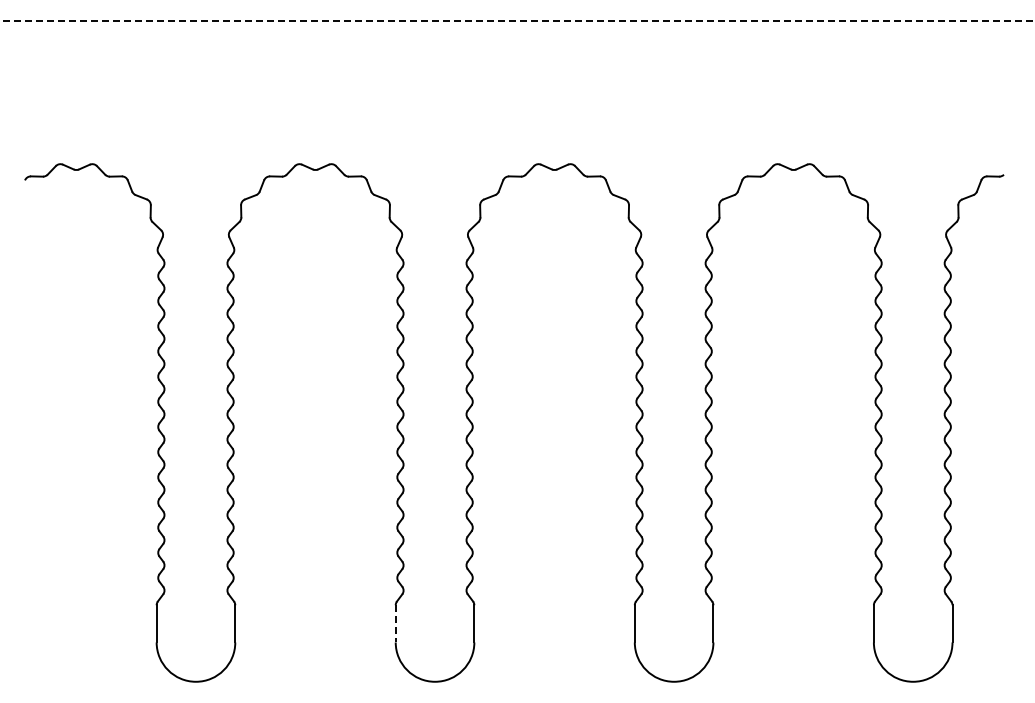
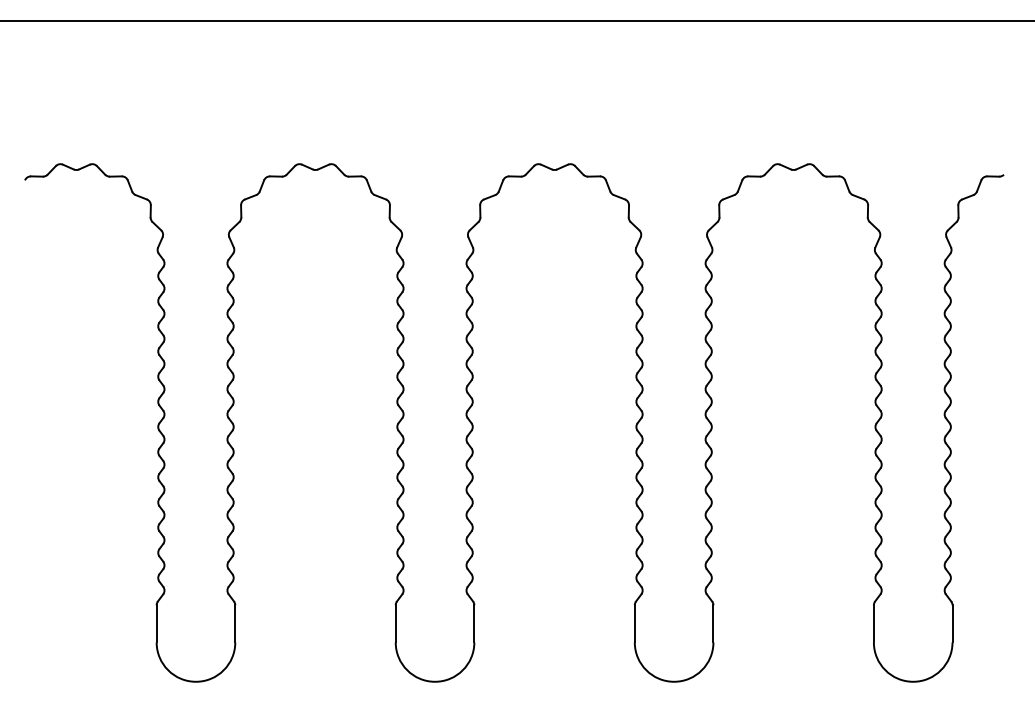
line at (517, 21): dashed -> solid
line at (395, 623): dashed -> solid
